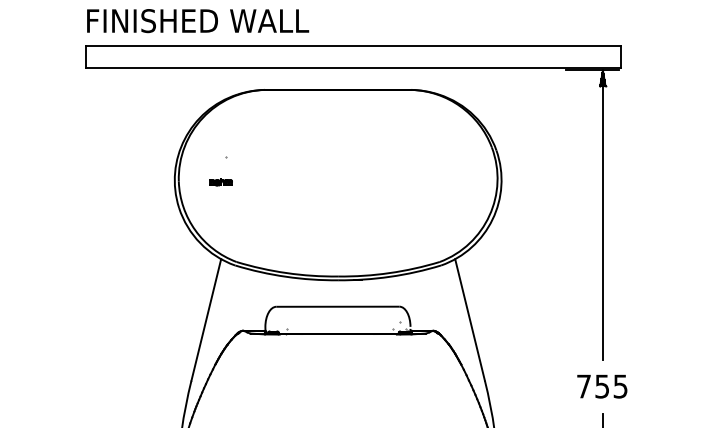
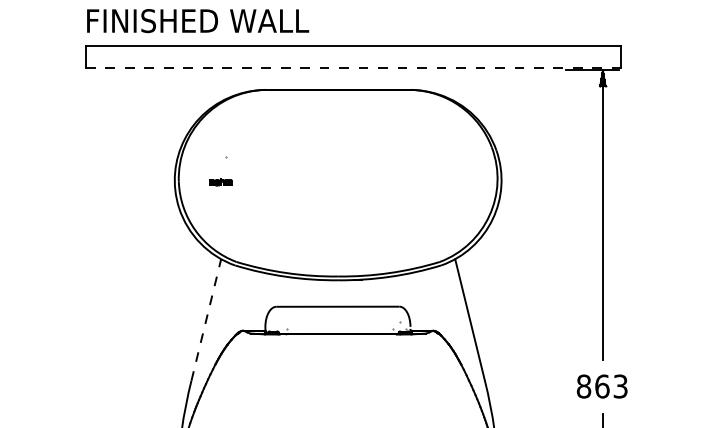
line at (353, 68): solid -> dashed
line at (206, 319): solid -> dashed
text at (601, 386): 755 -> 863
